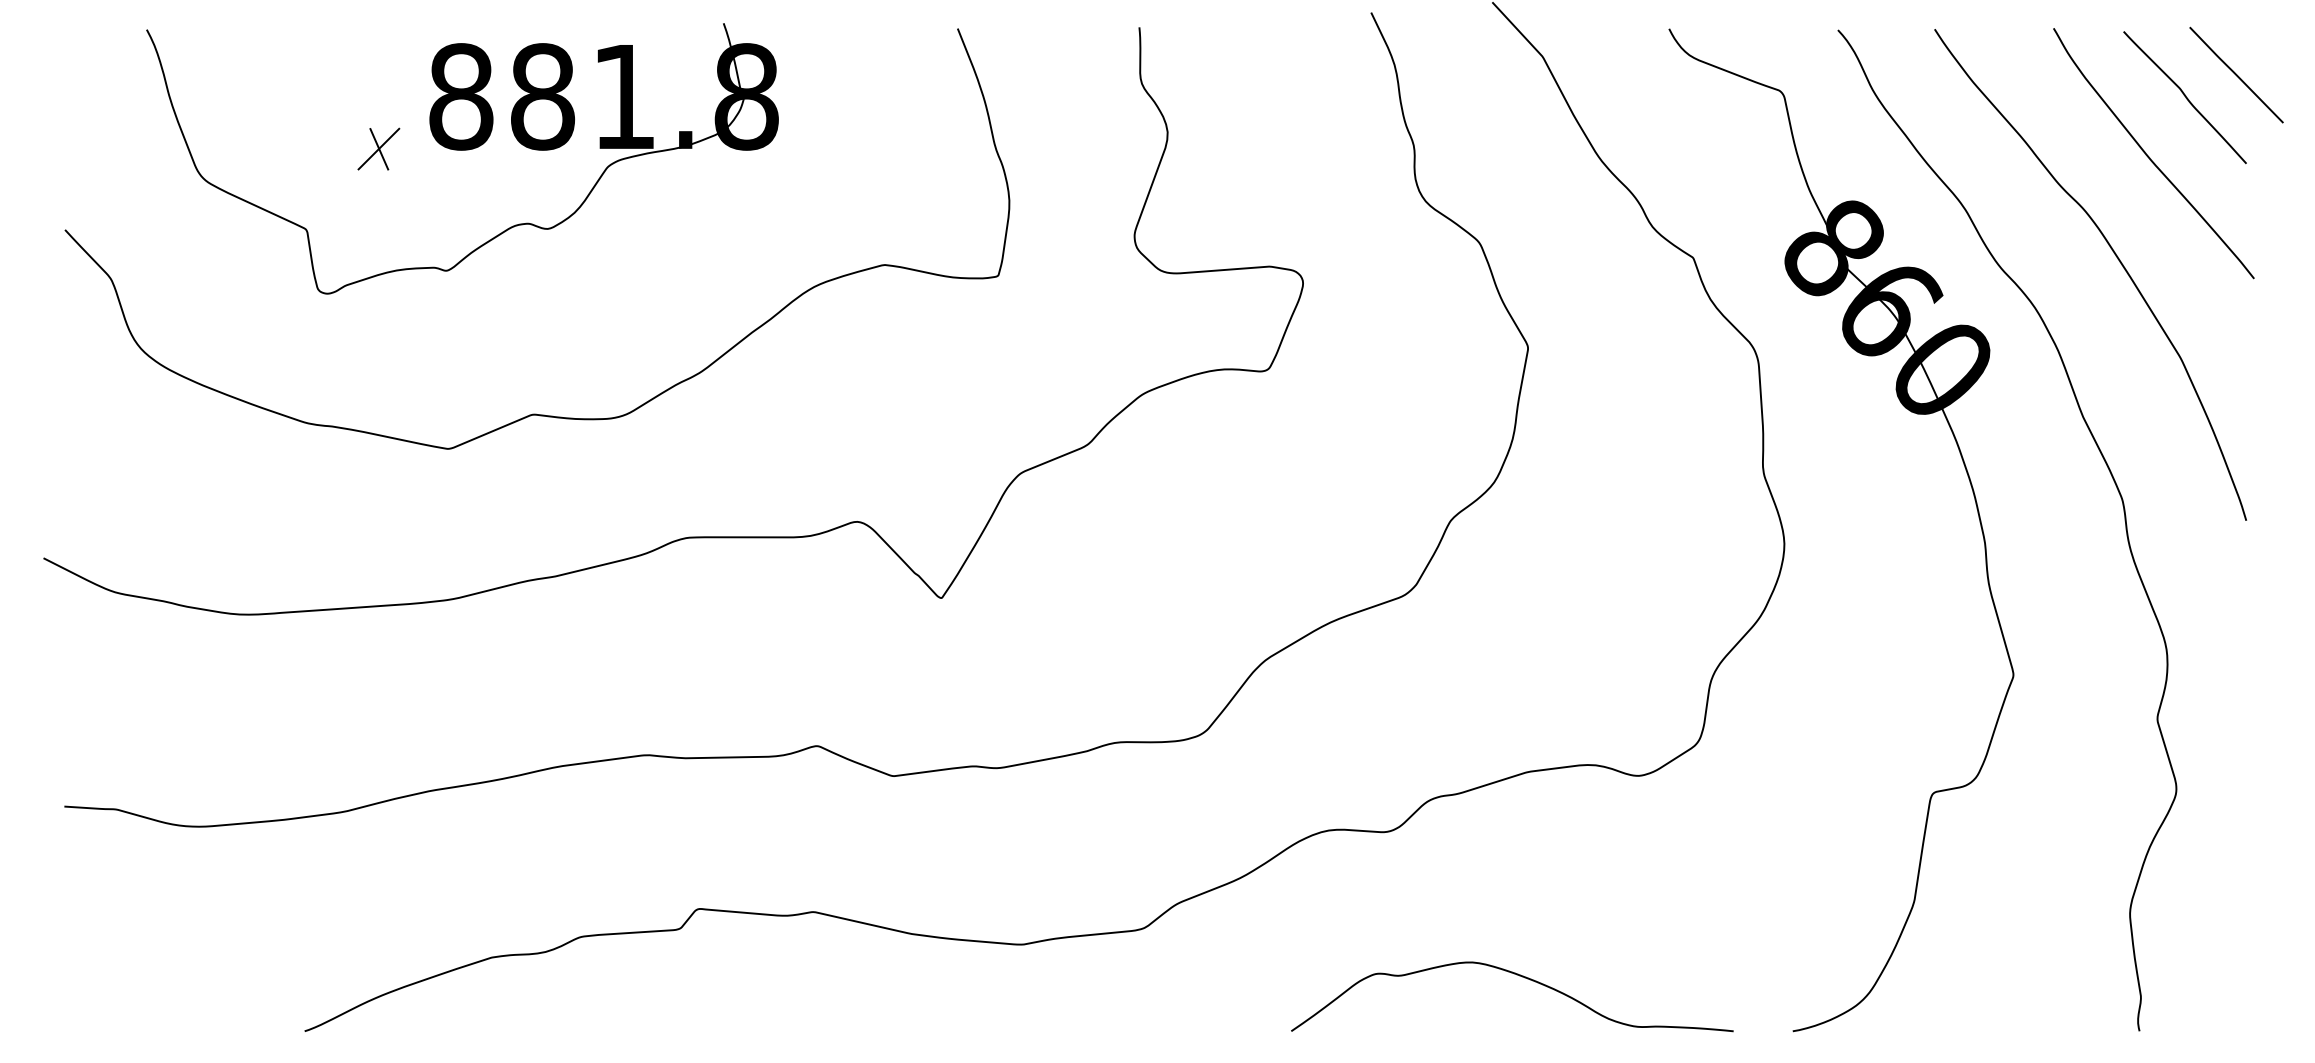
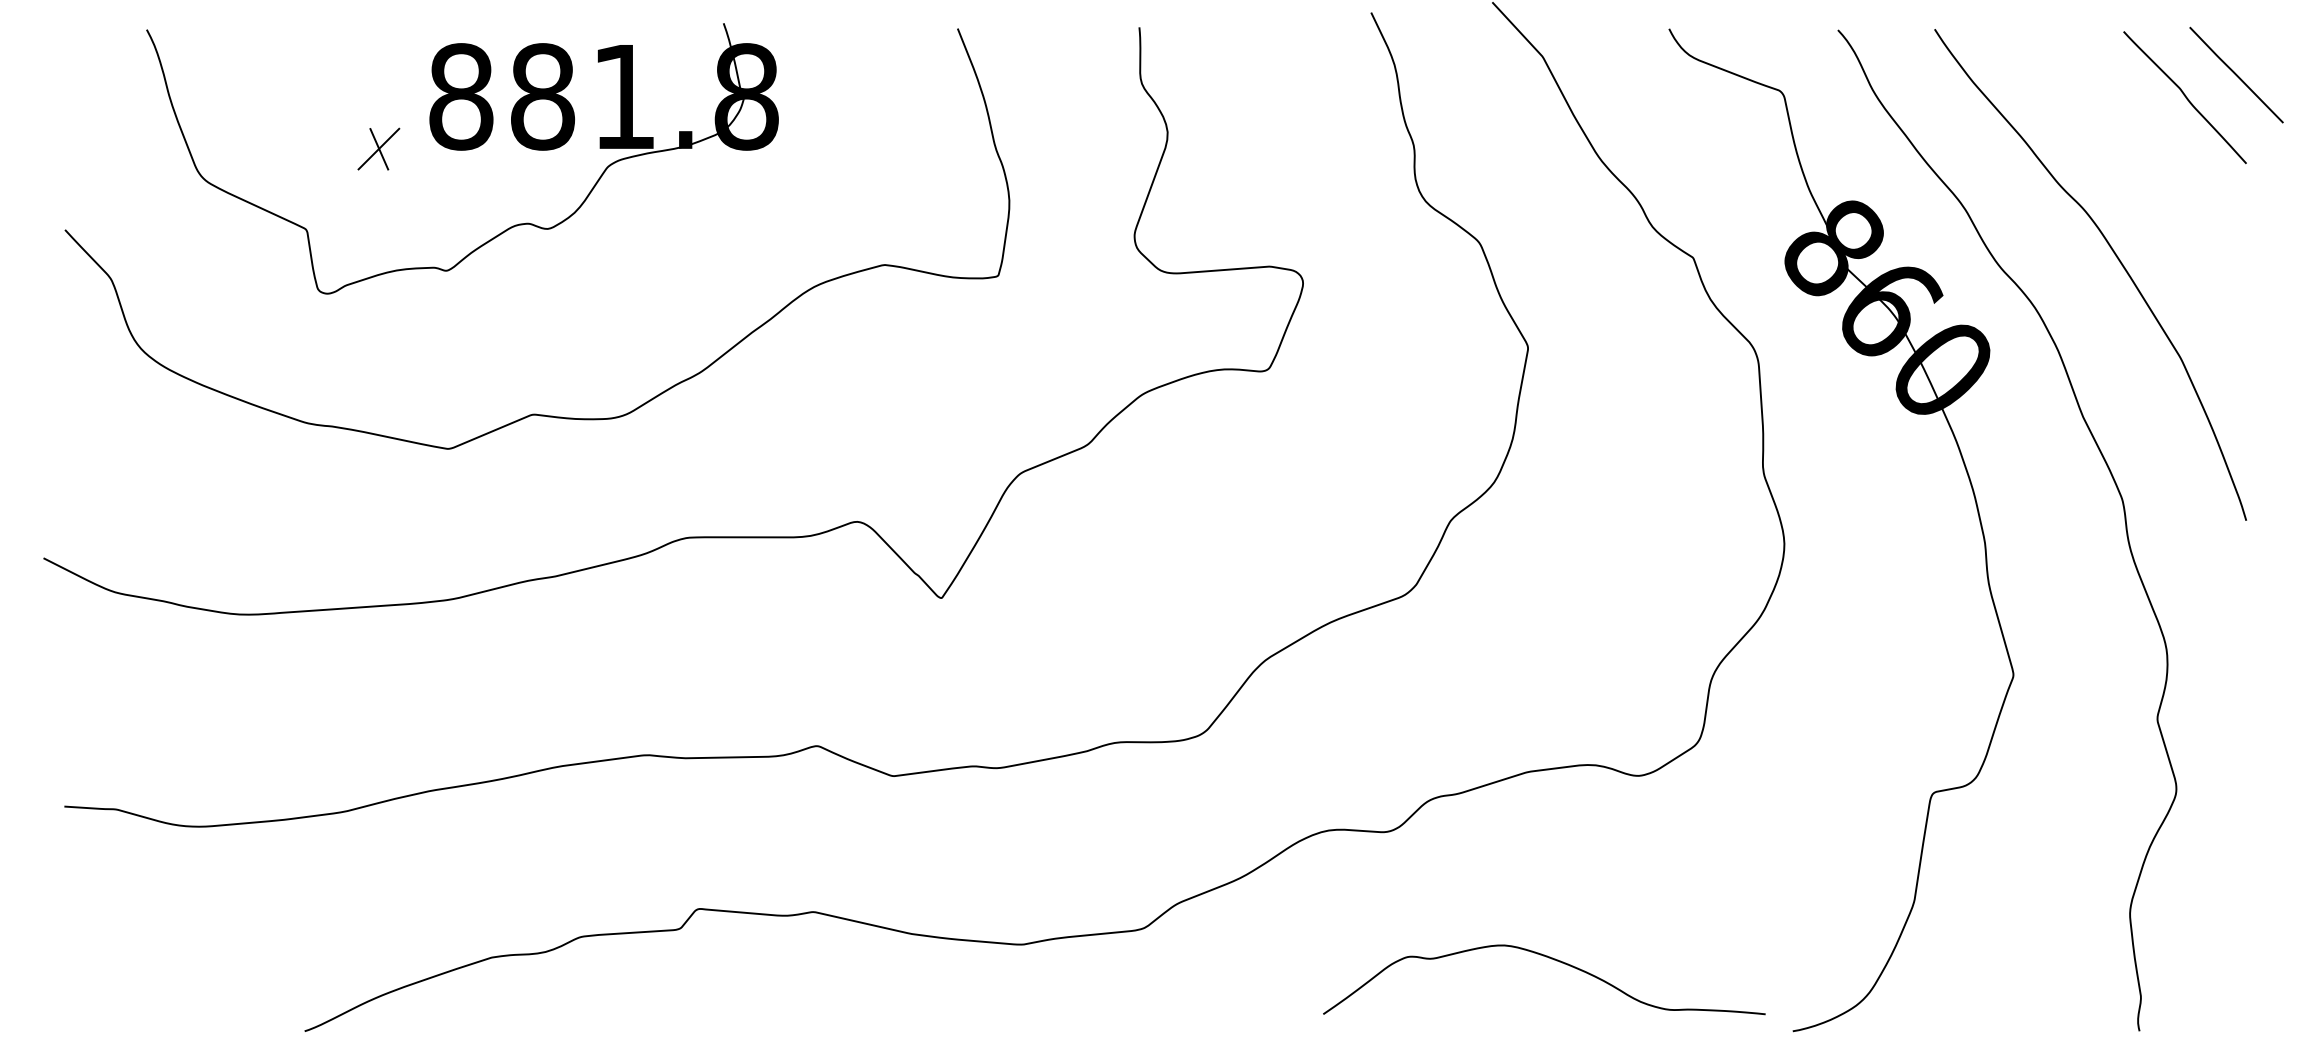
curve at (2149, 156): present -> none
curve at (1519, 976) position: (1519, 976) -> (1551, 959)
